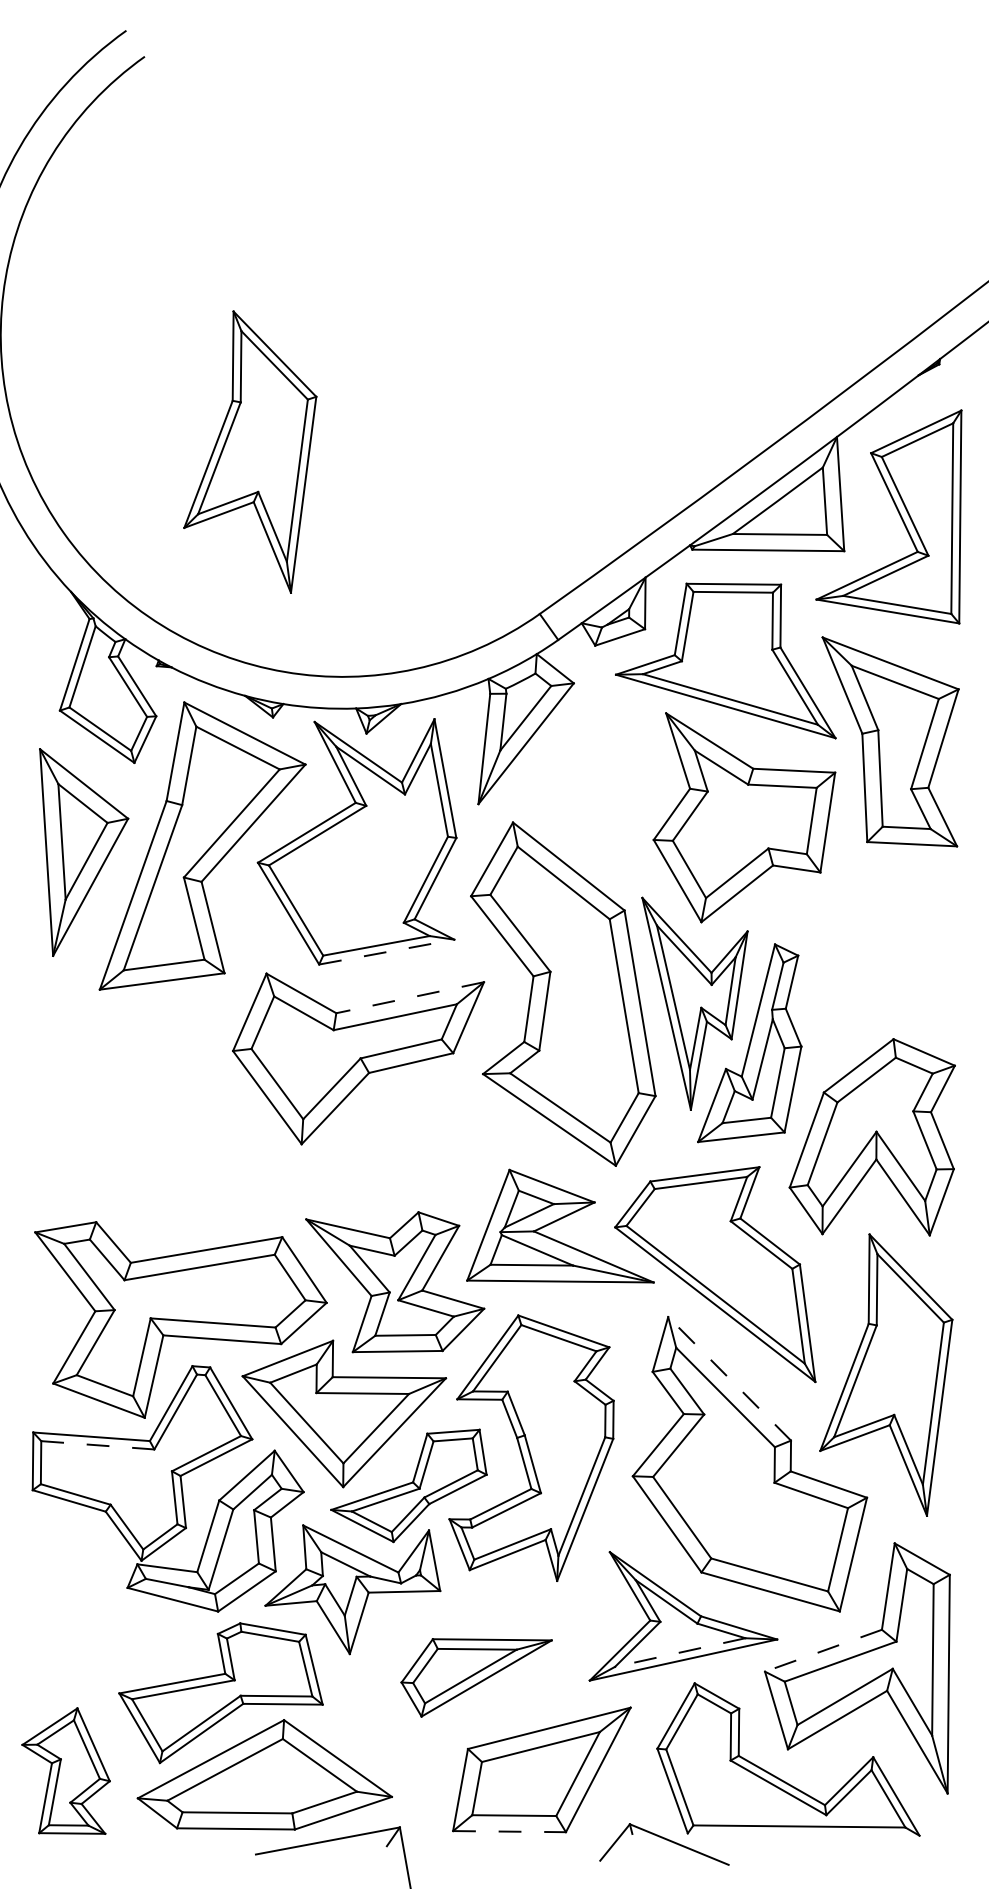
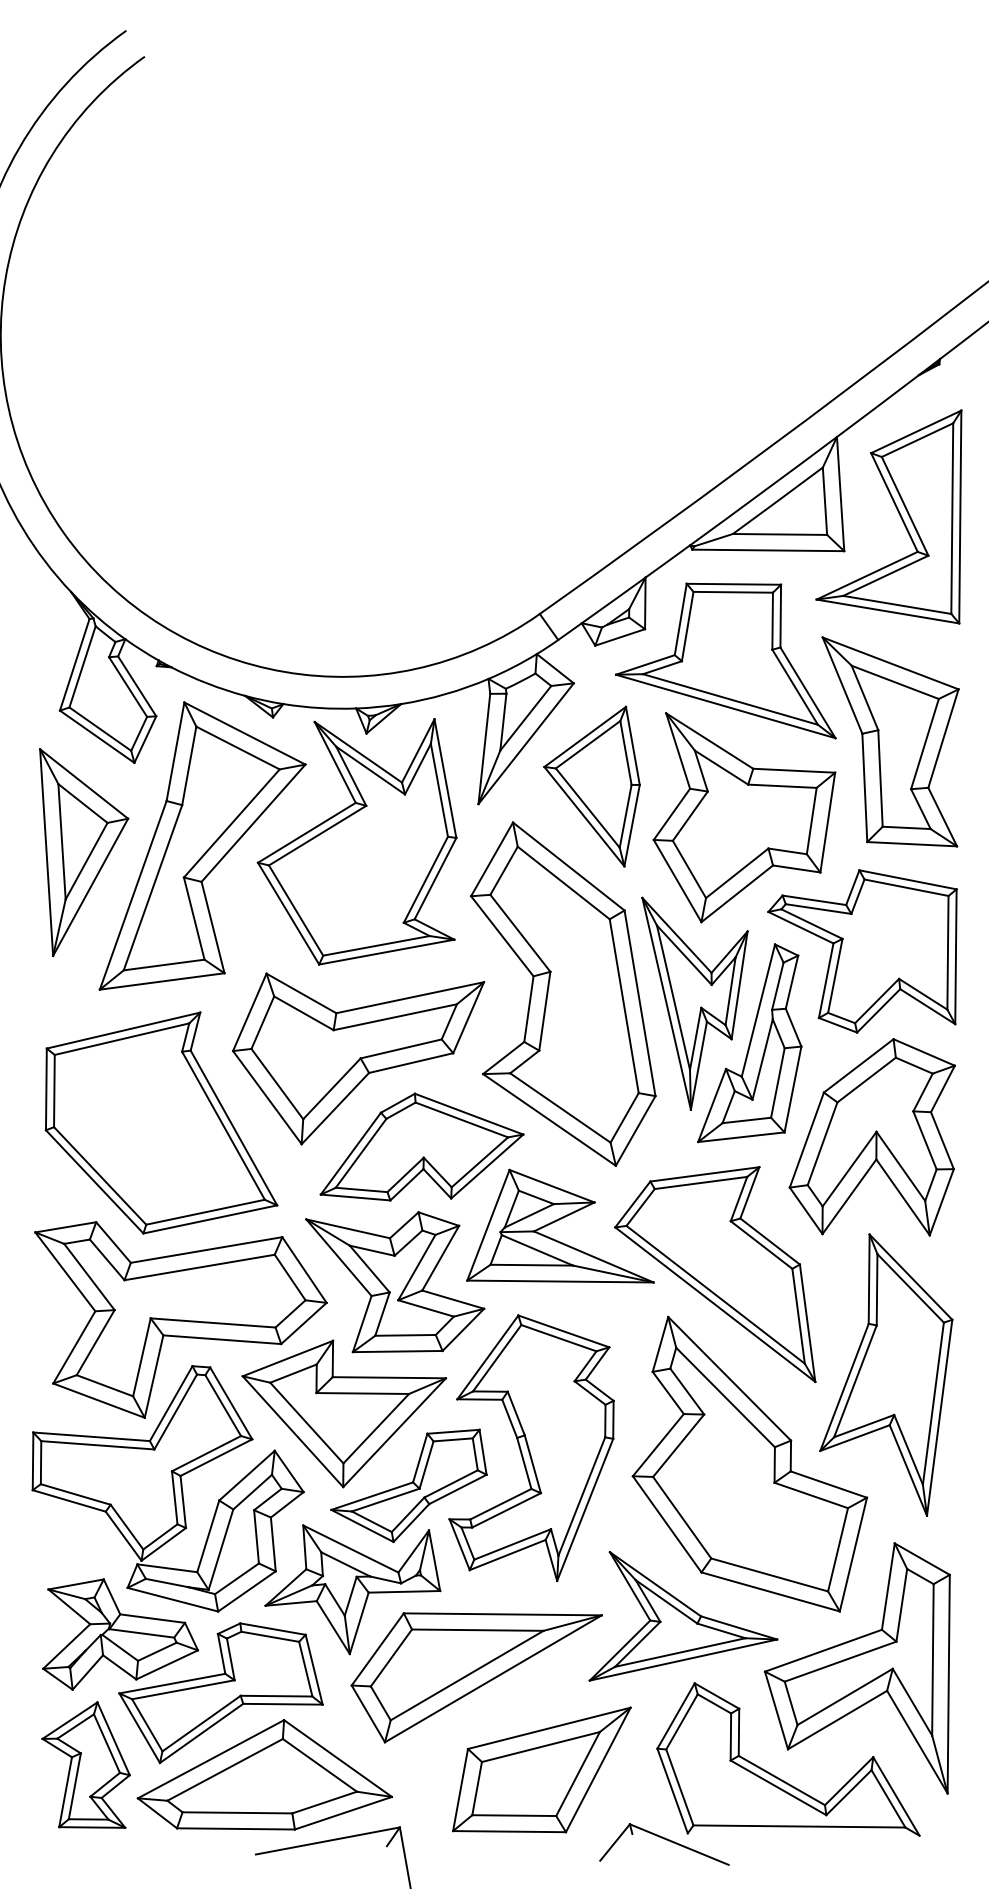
part at (250, 451): present -> none
part at (591, 786): none -> present
part at (862, 951): none -> present
line at (386, 952): dashed -> solid
line at (409, 997): dashed -> solid
part at (161, 1122): none -> present
part at (421, 1146): none -> present
line at (729, 1378): dashed -> solid
line at (97, 1445): dashed -> solid
part at (120, 1634): none -> present
line at (823, 1650): dashed -> solid
line at (680, 1652): dashed -> solid
part at (476, 1677) size: 153x80 px -> 253x132 px
part at (65, 1770) position: (65, 1770) -> (85, 1764)
line at (510, 1831): dashed -> solid
